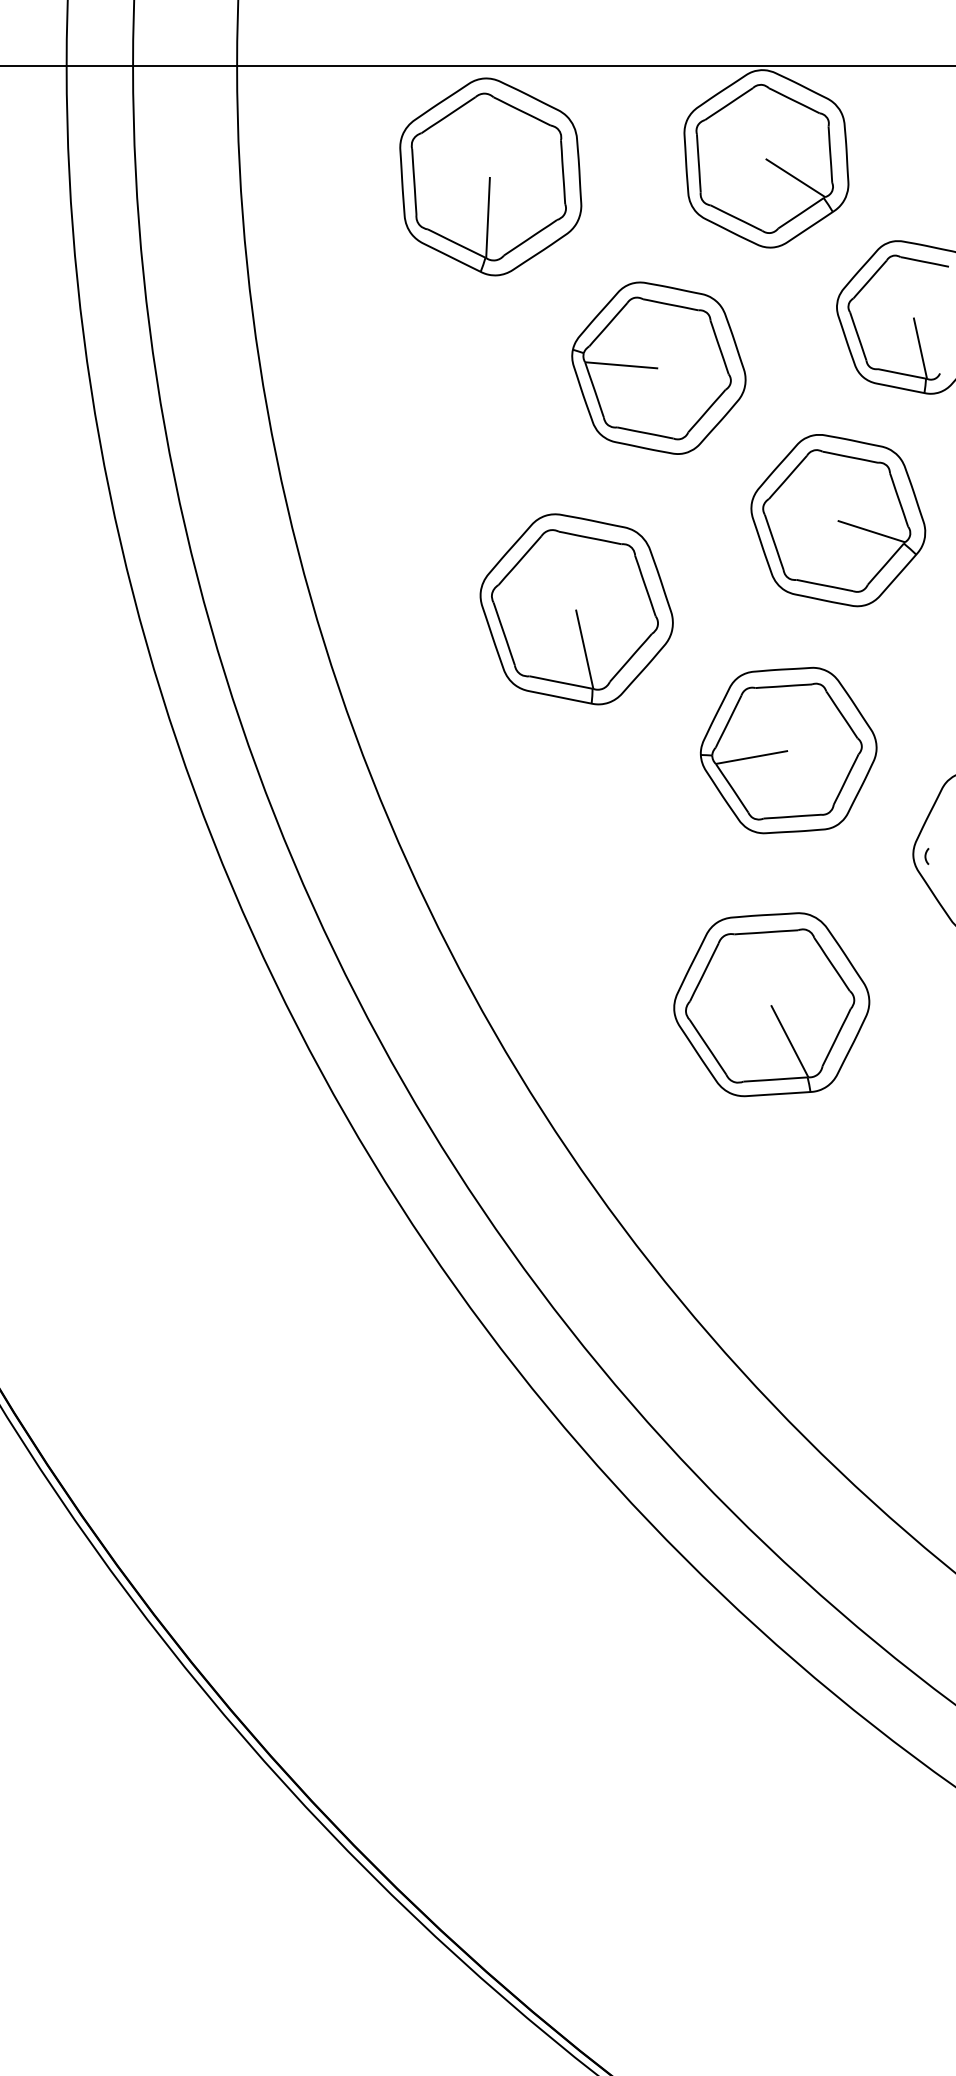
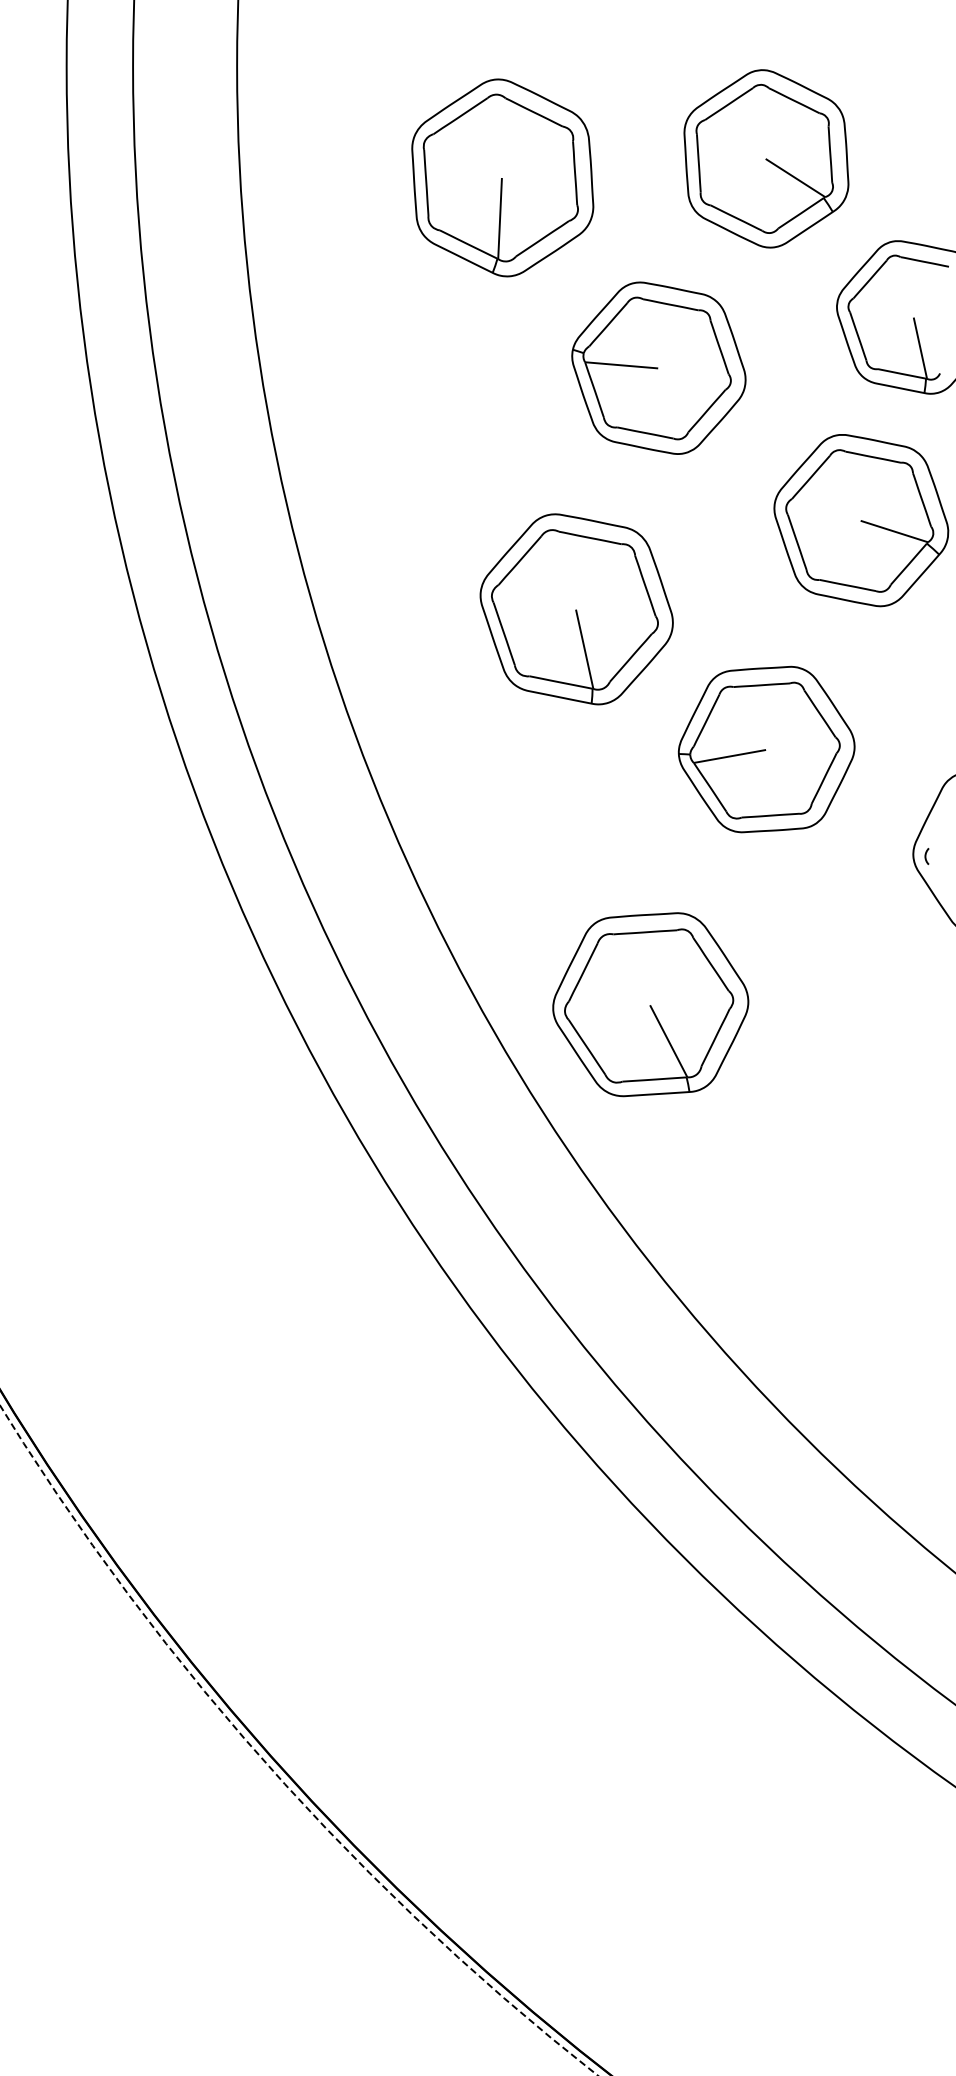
line at (477, 66): present -> none
part at (490, 176) position: (490, 176) -> (502, 177)
part at (838, 520) position: (838, 520) -> (861, 520)
part at (788, 750) position: (788, 750) -> (766, 749)
part at (771, 1004) position: (771, 1004) -> (650, 1004)
circle at (299, 1740): solid -> dashed
